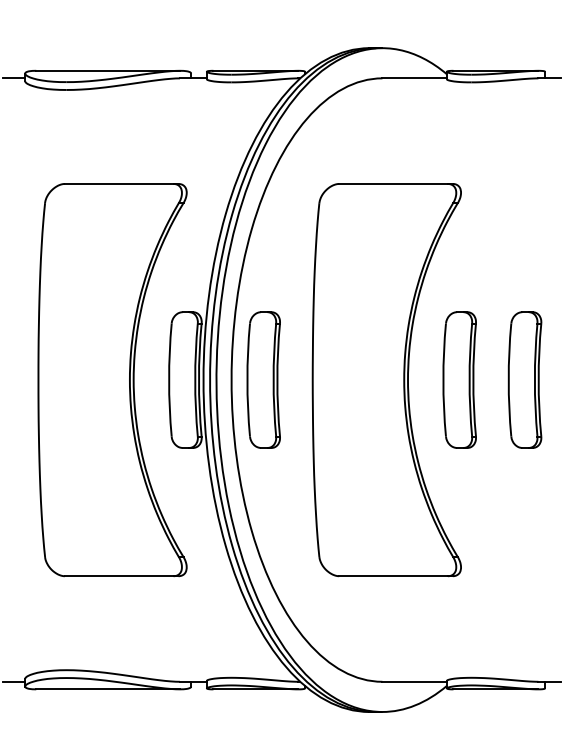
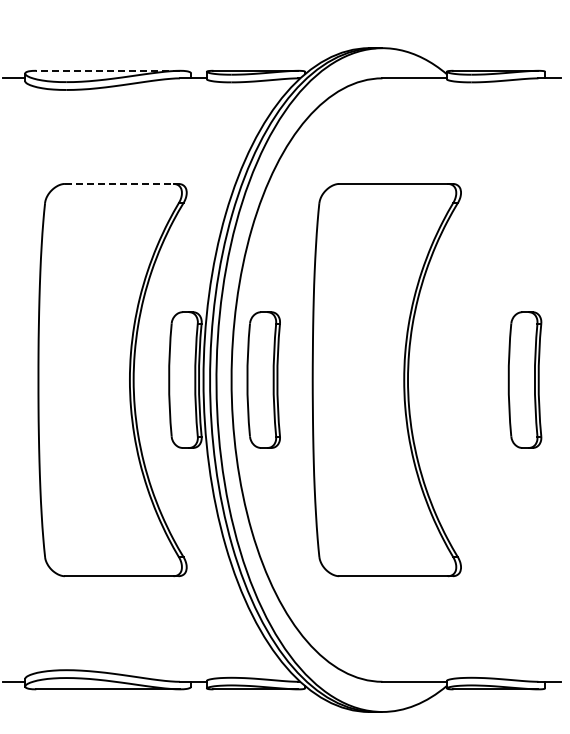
line at (108, 70): solid -> dashed
line at (119, 183): solid -> dashed
part at (459, 379): present -> none
